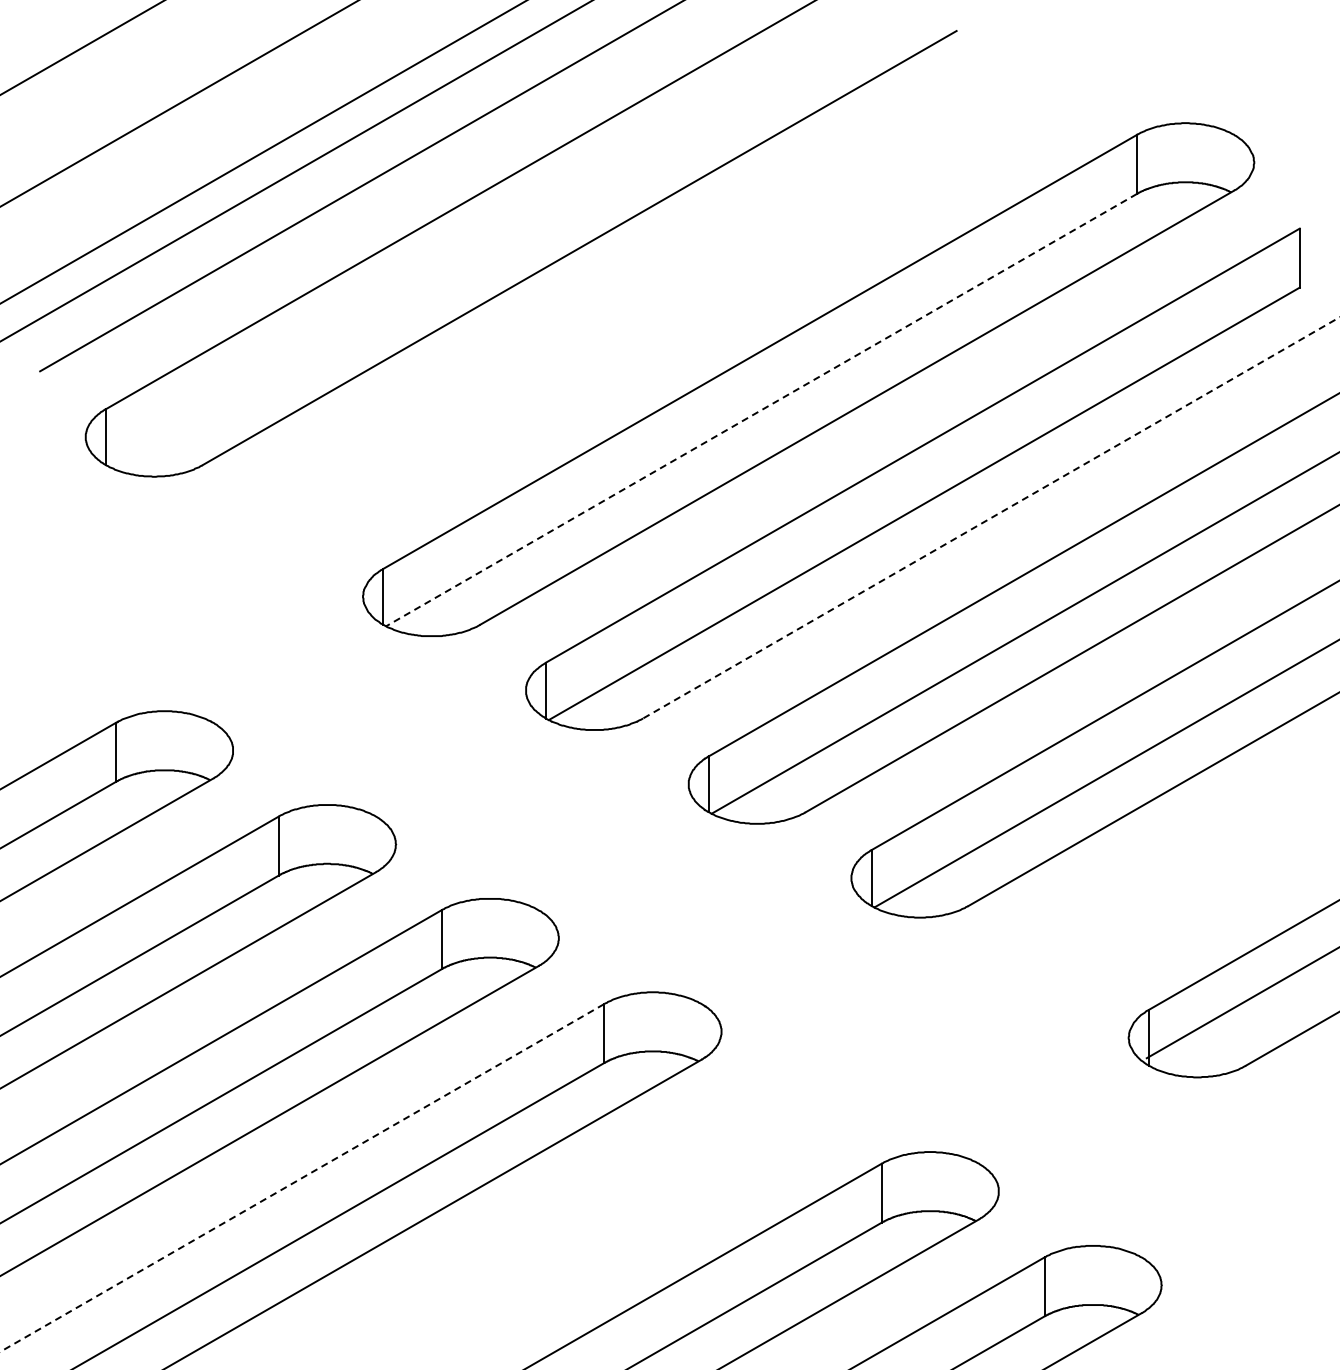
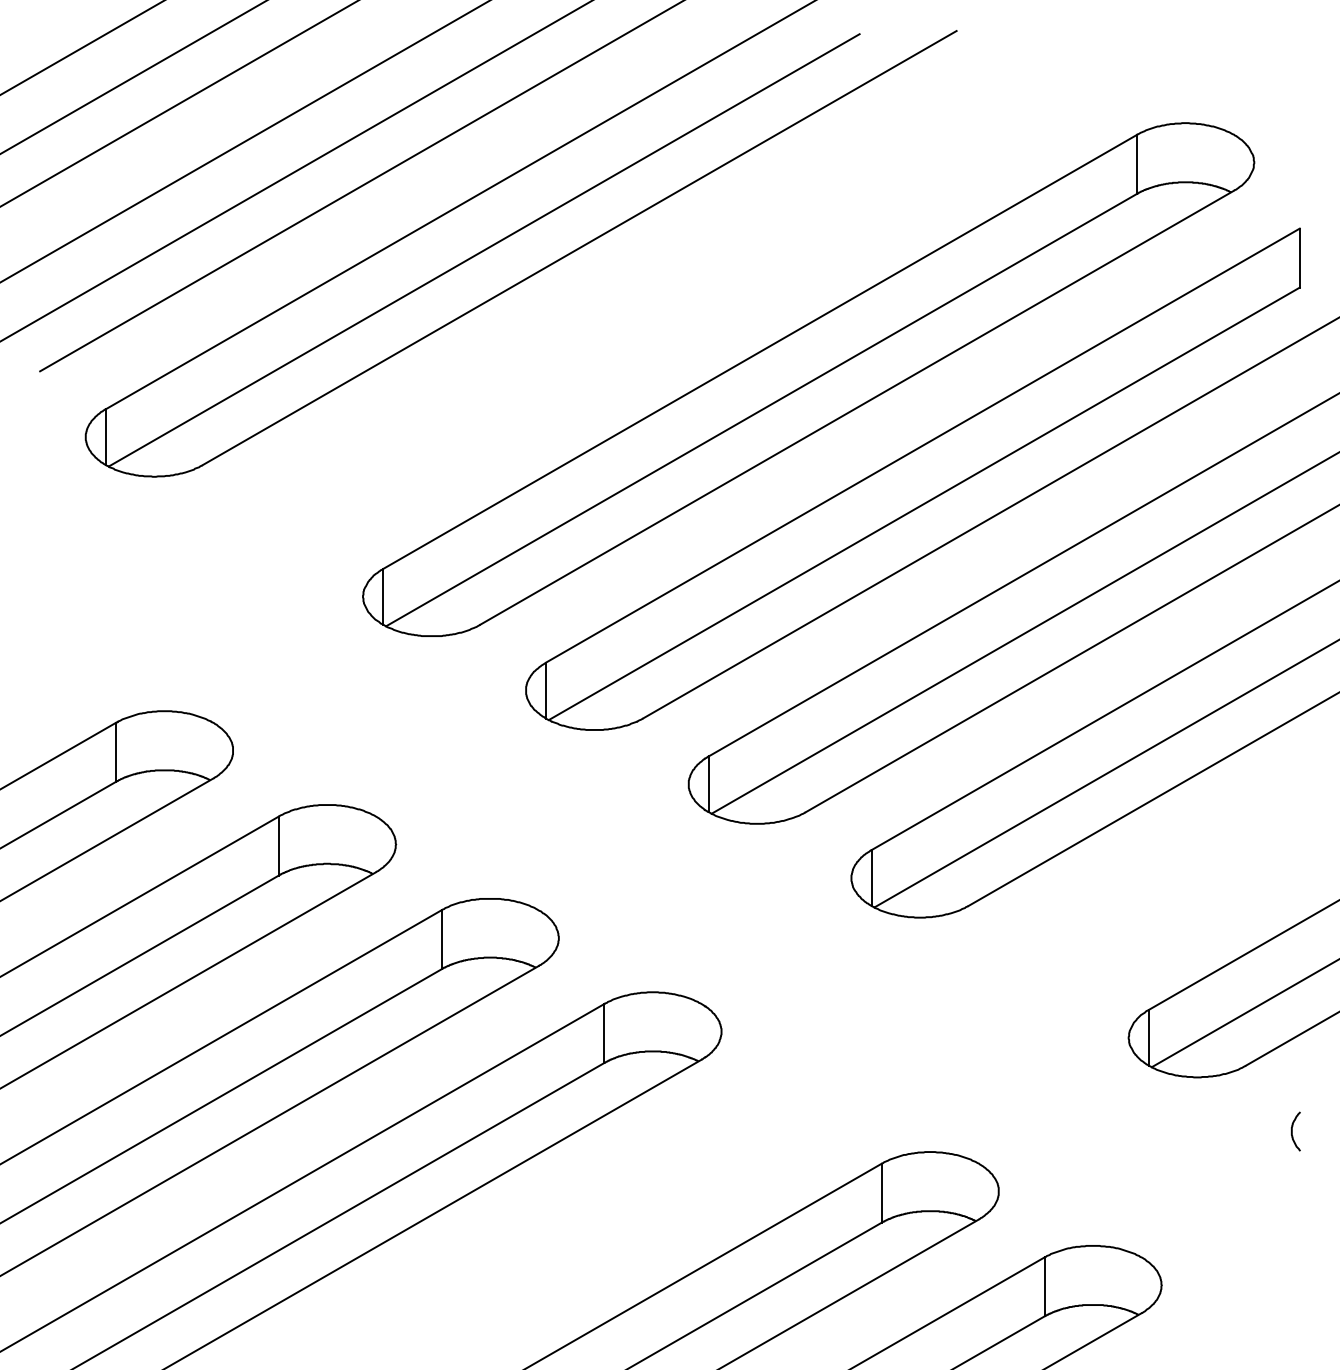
line at (132, 77): none -> present
line at (262, 152) position: (262, 152) -> (244, 141)
line at (483, 250): none -> present
line at (761, 410): dashed -> solid
line at (991, 517): dashed -> solid
line at (1241, 1003) position: (1241, 1003) -> (1243, 1013)
curve at (1292, 1131): none -> present
line at (302, 1177): dashed -> solid
